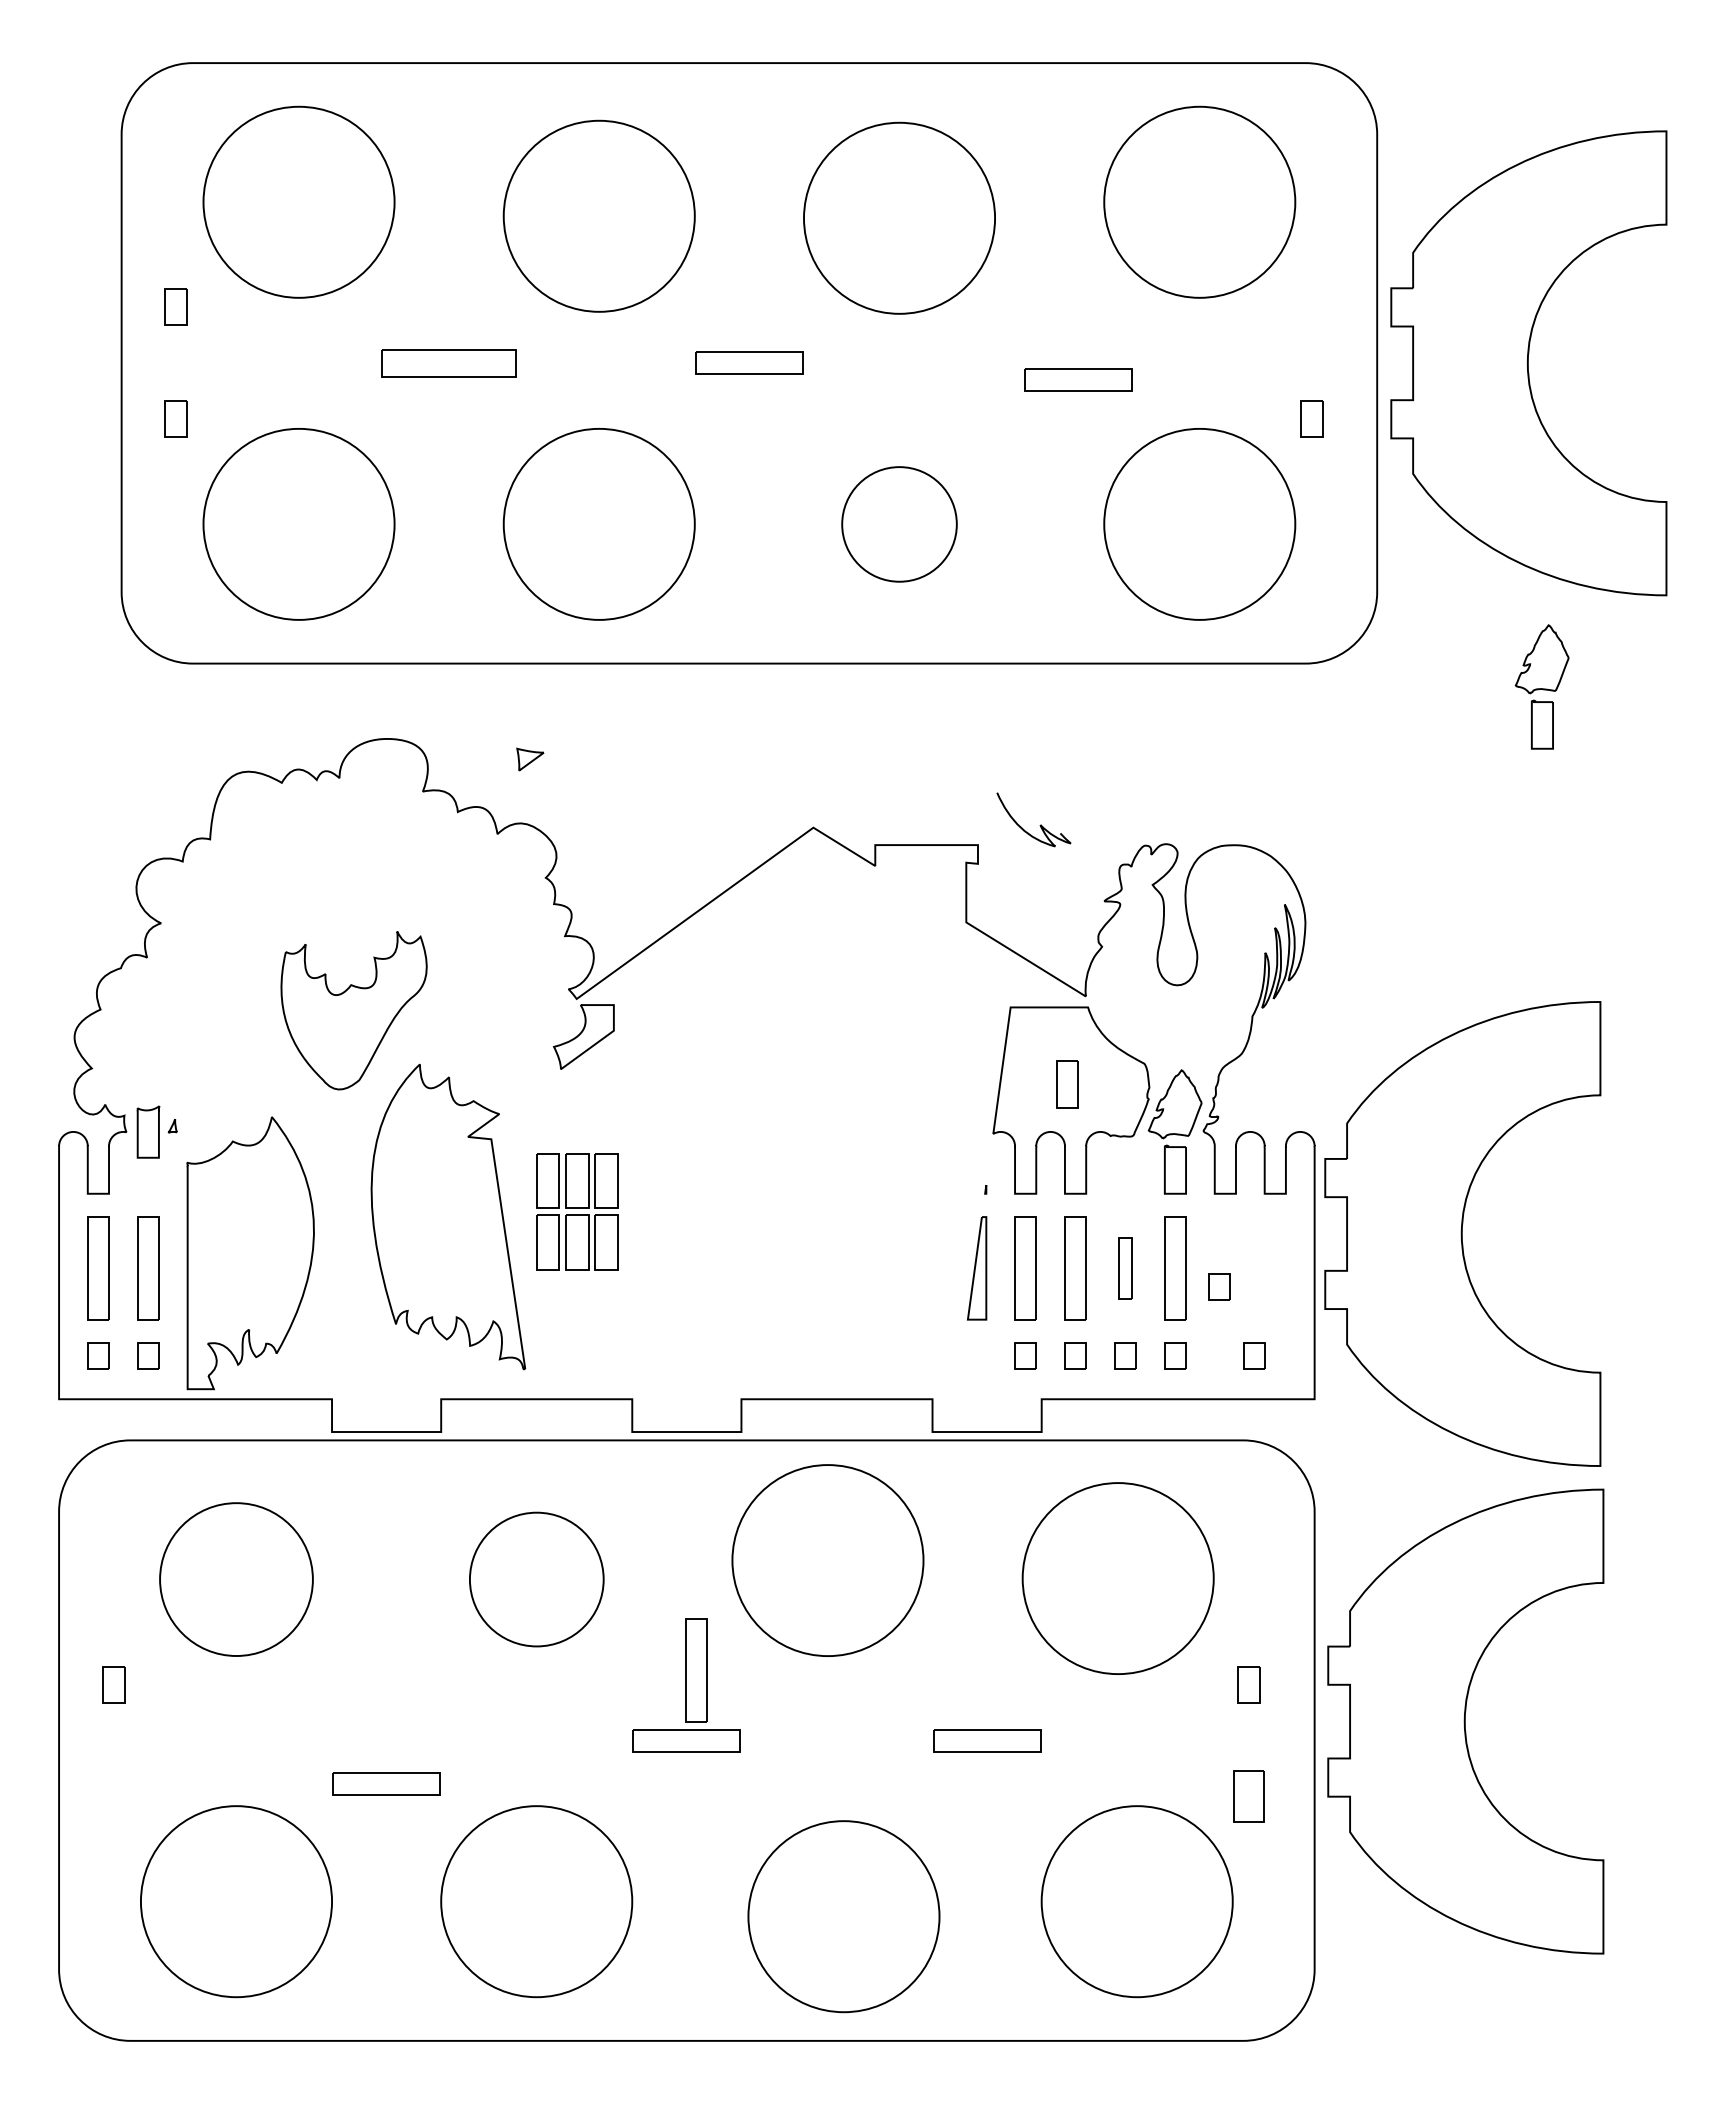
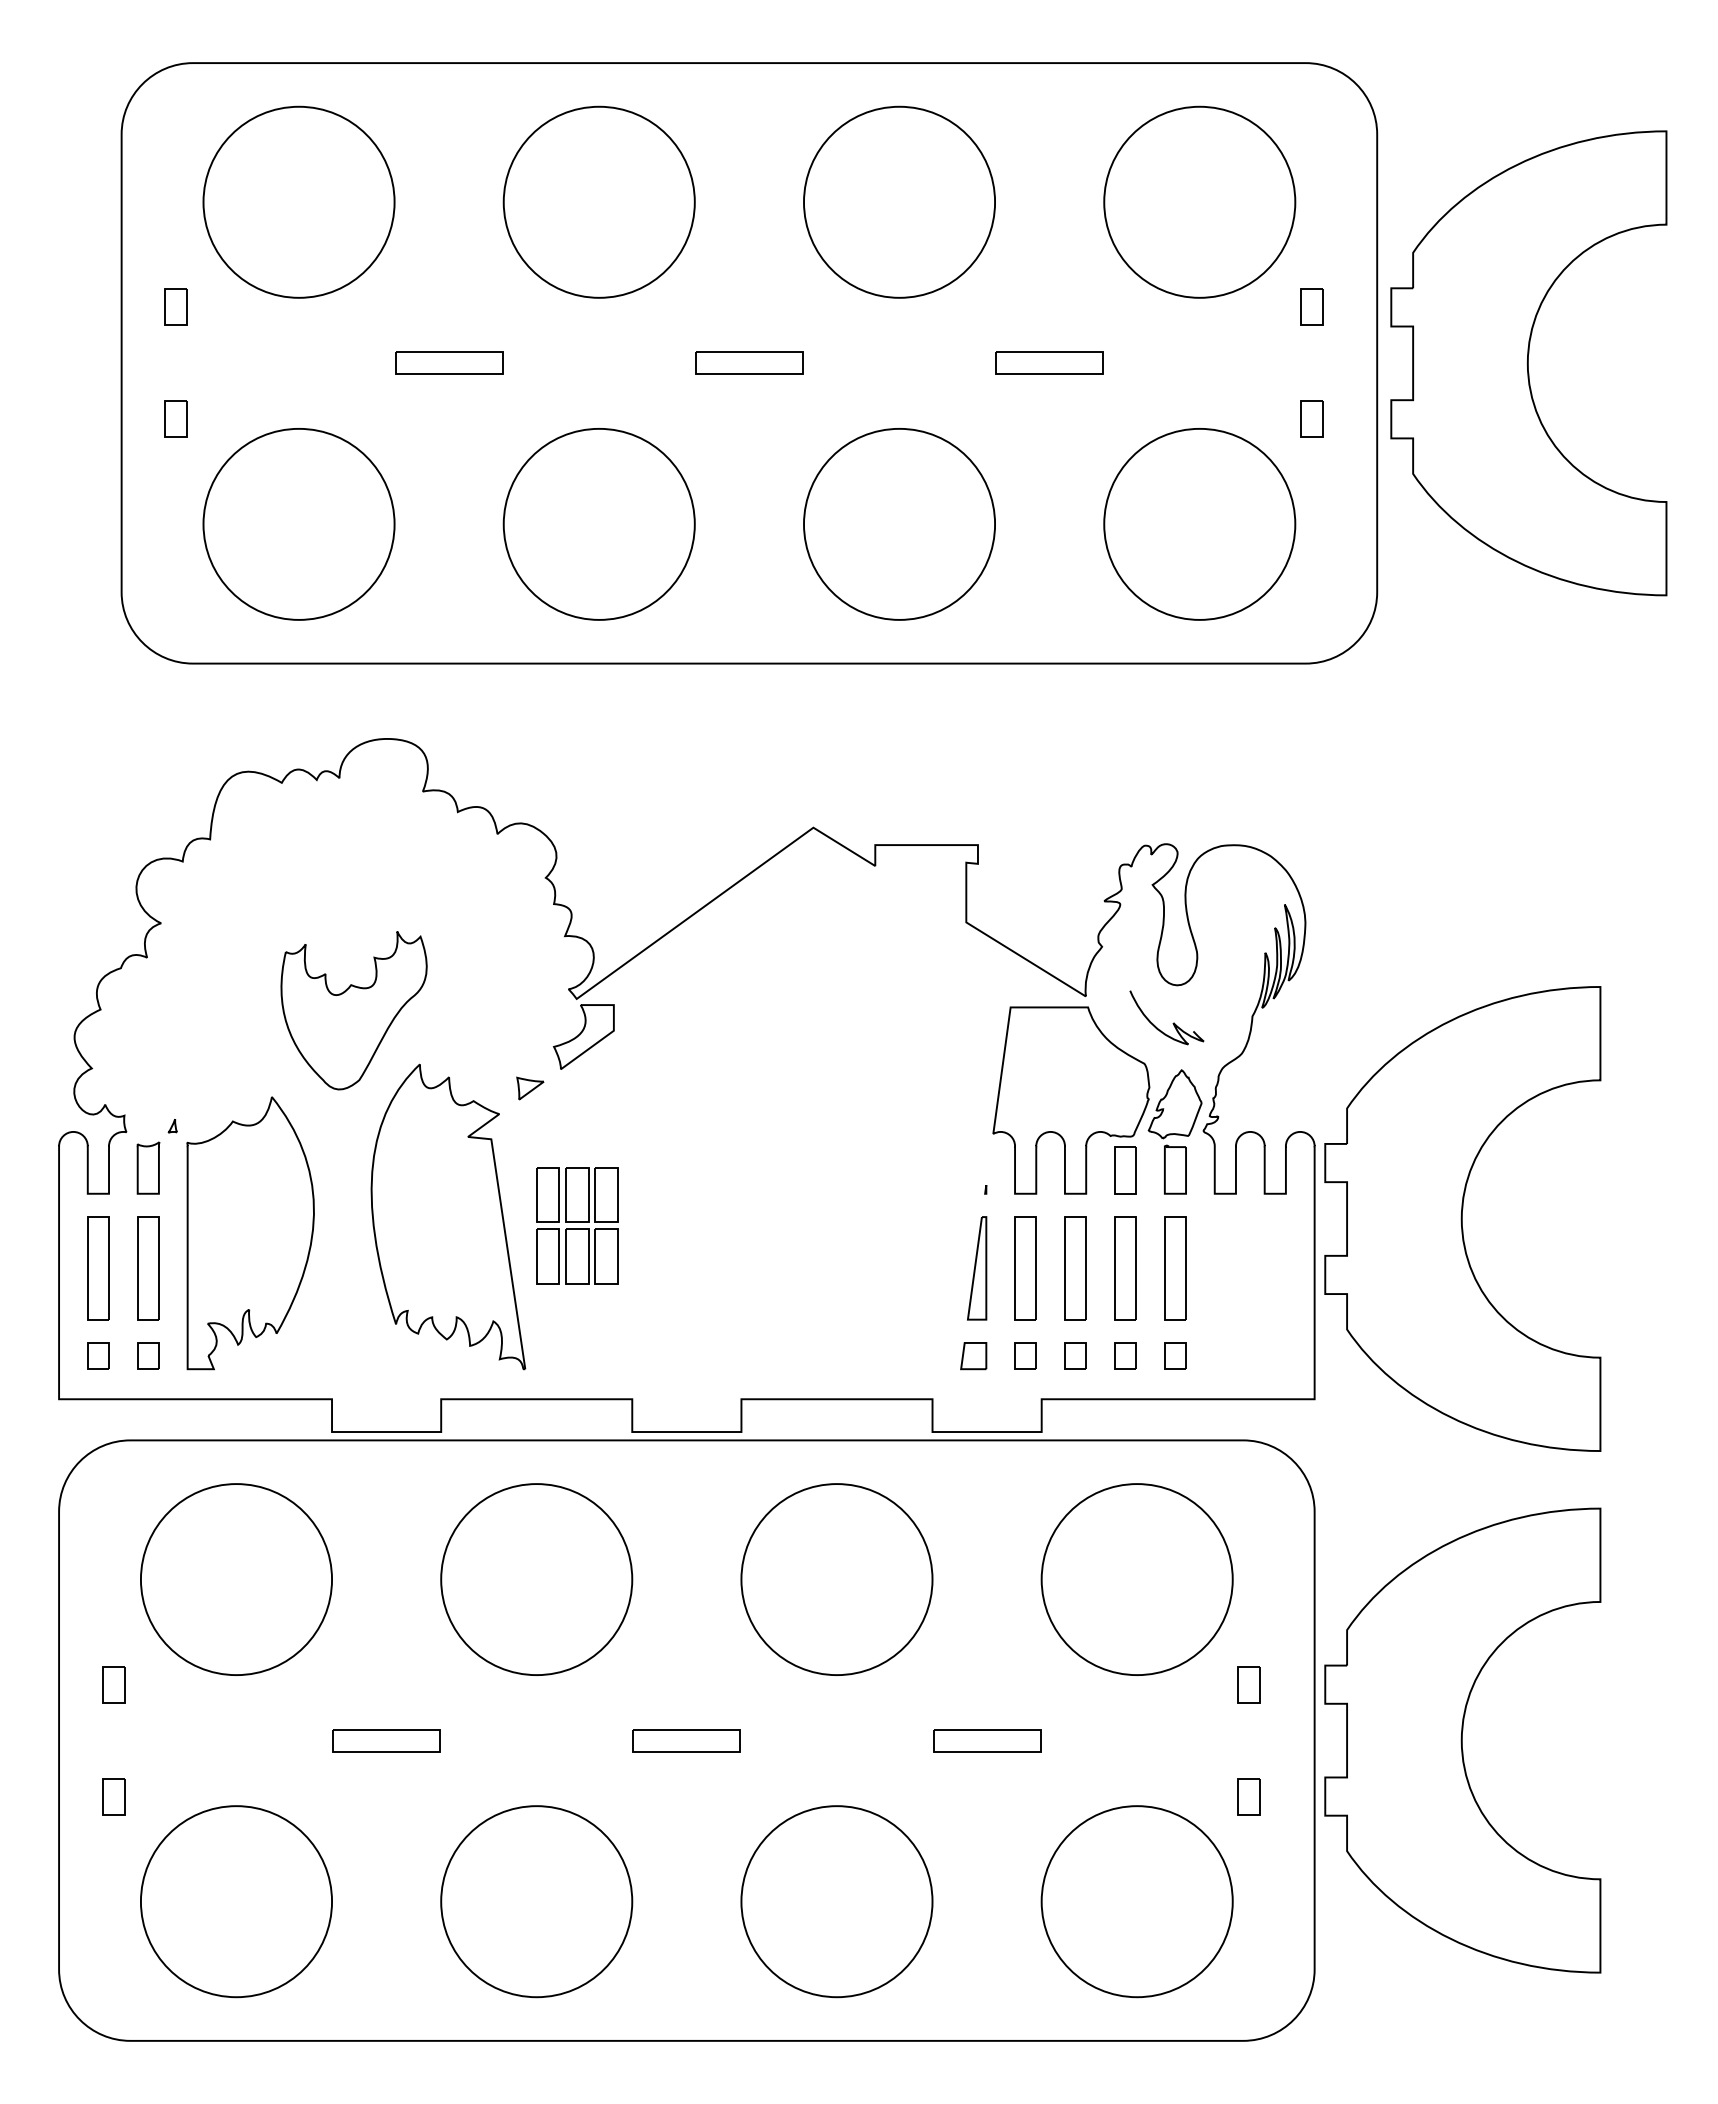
part at (598, 215) position: (598, 215) -> (598, 201)
part at (899, 217) position: (899, 217) -> (899, 201)
part at (1311, 306): none -> present
part at (448, 363) size: 136x29 px -> 109x24 px
part at (1078, 379) position: (1078, 379) -> (1049, 362)
part at (899, 524) size: 117x117 px -> 193x193 px
part at (1541, 686): present -> none
part at (530, 759) position: (530, 759) -> (530, 1088)
curve at (1039, 825) position: (1039, 825) -> (1172, 1023)
part at (1067, 1084) position: (1067, 1084) -> (1125, 1170)
part at (148, 1131) position: (148, 1131) -> (148, 1167)
part at (577, 1211) position: (577, 1211) -> (577, 1225)
part at (1462, 1233) position: (1462, 1233) -> (1462, 1218)
part at (250, 1253) position: (250, 1253) -> (250, 1233)
part at (1125, 1268) size: 15x63 px -> 23x105 px
part at (1219, 1286): present -> none
part at (1254, 1355): present -> none
part at (973, 1356): none -> present
part at (827, 1560) position: (827, 1560) -> (836, 1579)
part at (1117, 1578) position: (1117, 1578) -> (1136, 1579)
part at (236, 1579) size: 155x155 px -> 193x193 px
part at (536, 1579) size: 136x137 px -> 194x193 px
part at (696, 1670): present -> none
part at (1465, 1721) position: (1465, 1721) -> (1462, 1740)
part at (386, 1783) position: (386, 1783) -> (386, 1740)
part at (113, 1796): none -> present
part at (1248, 1796) size: 32x53 px -> 24x38 px
part at (843, 1916) position: (843, 1916) -> (836, 1901)
